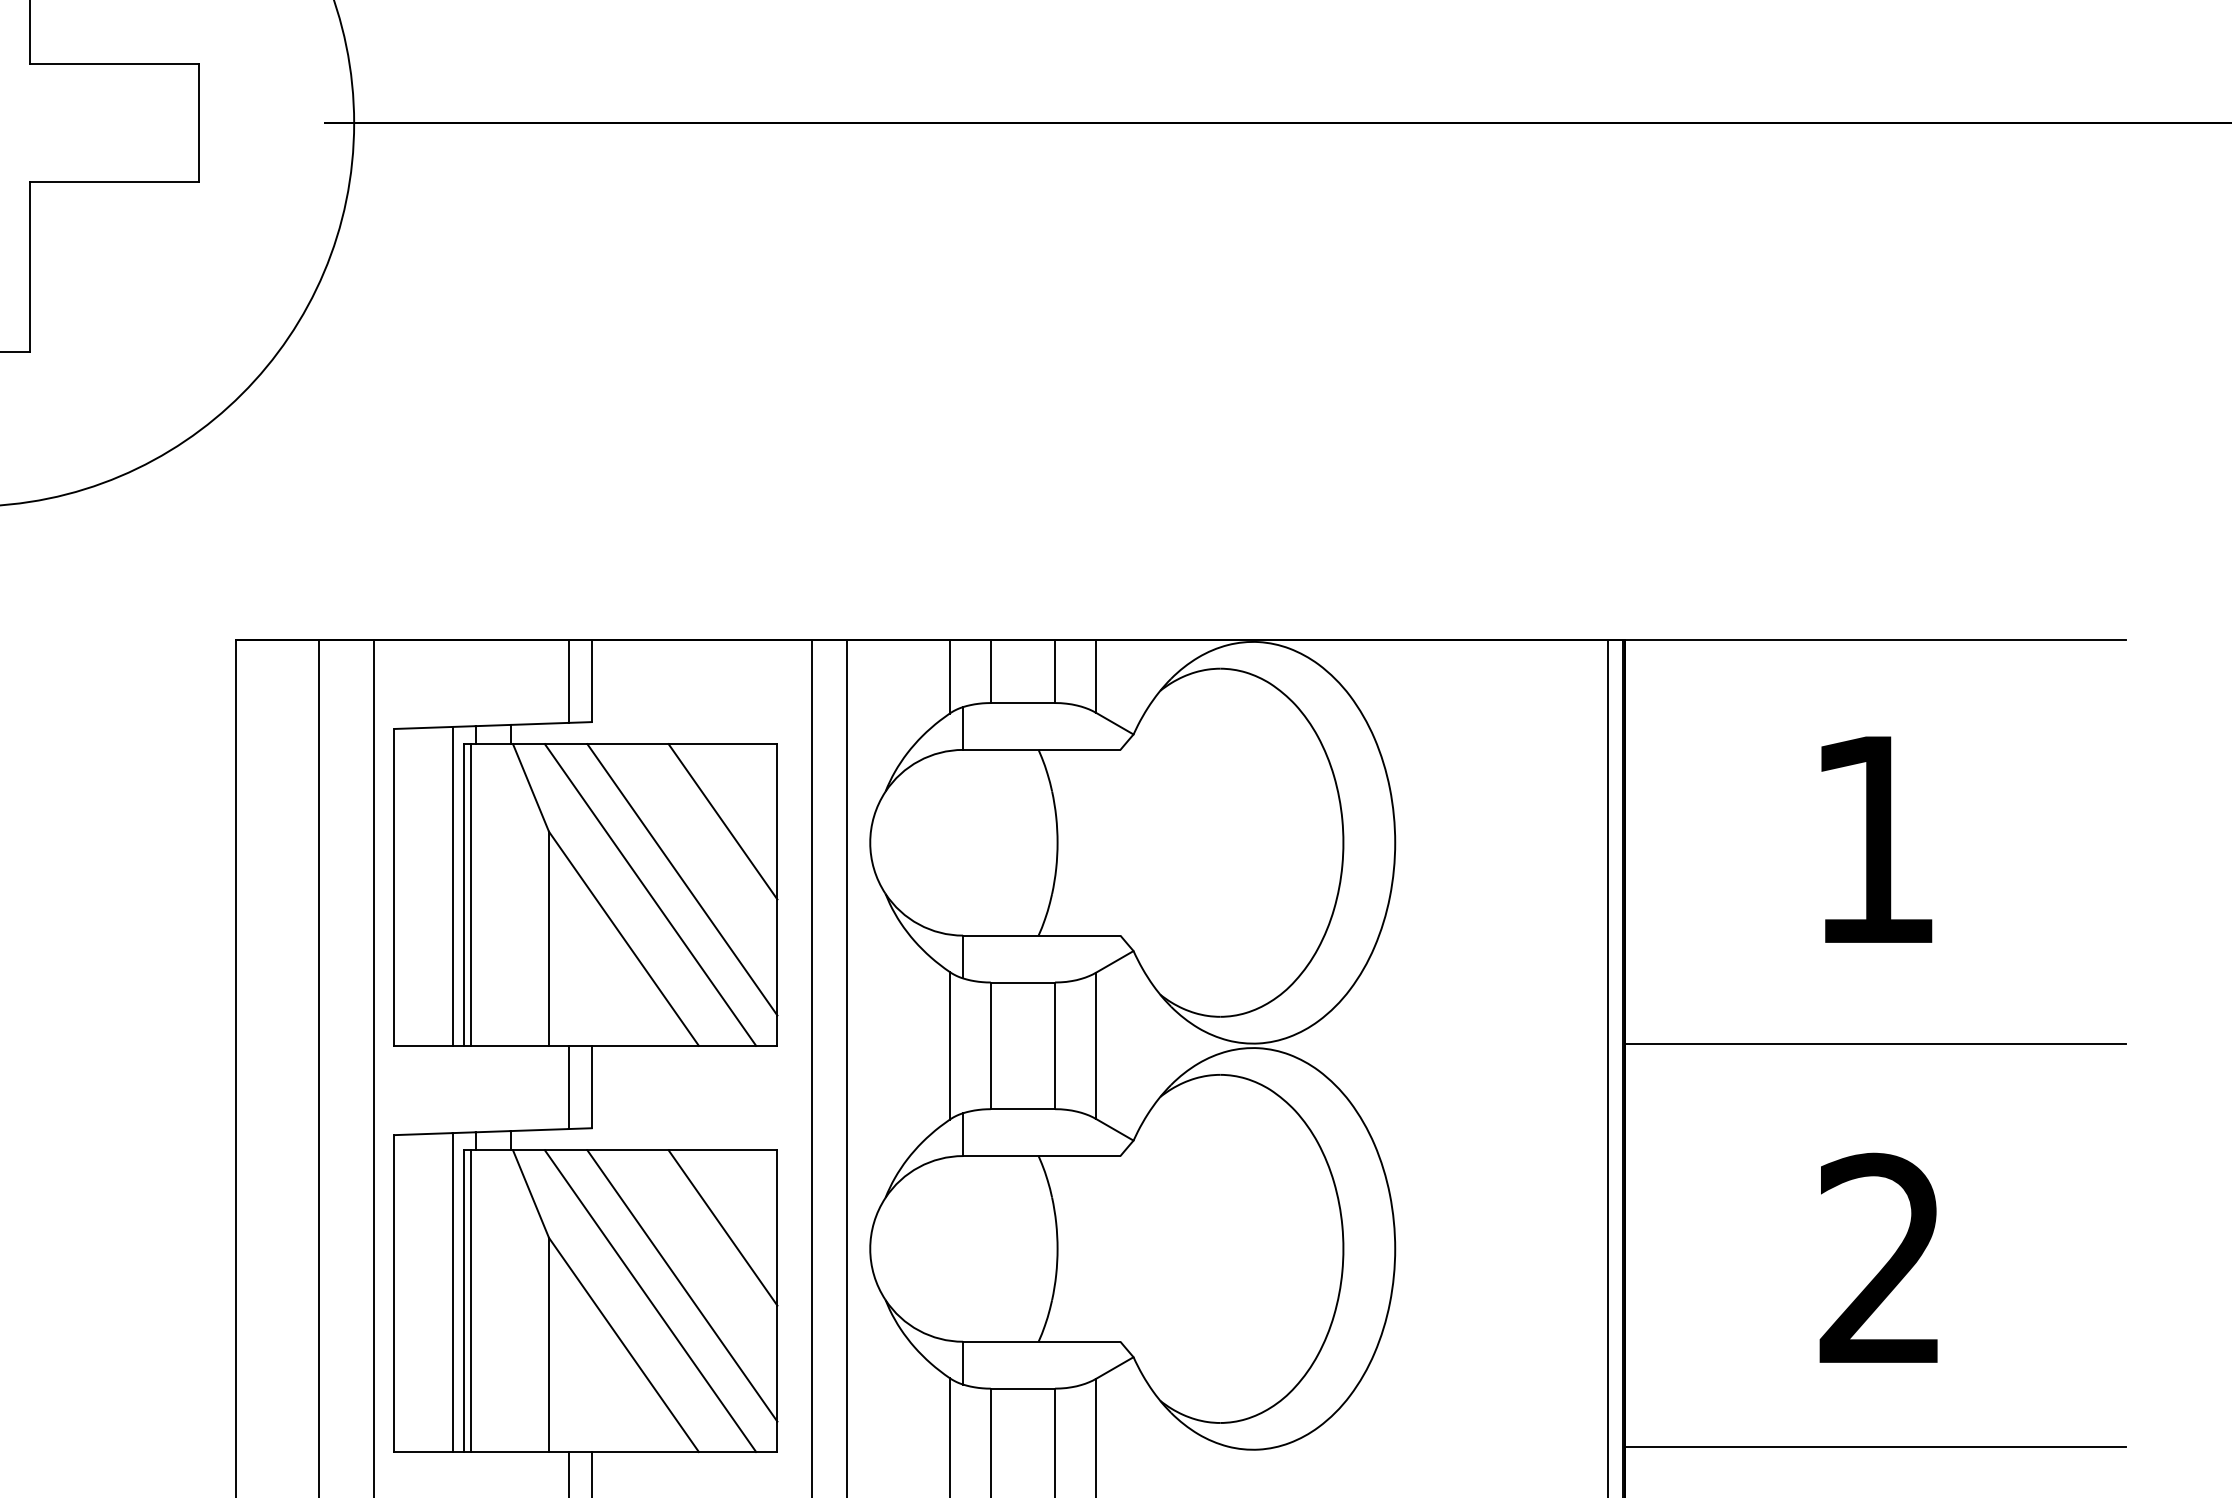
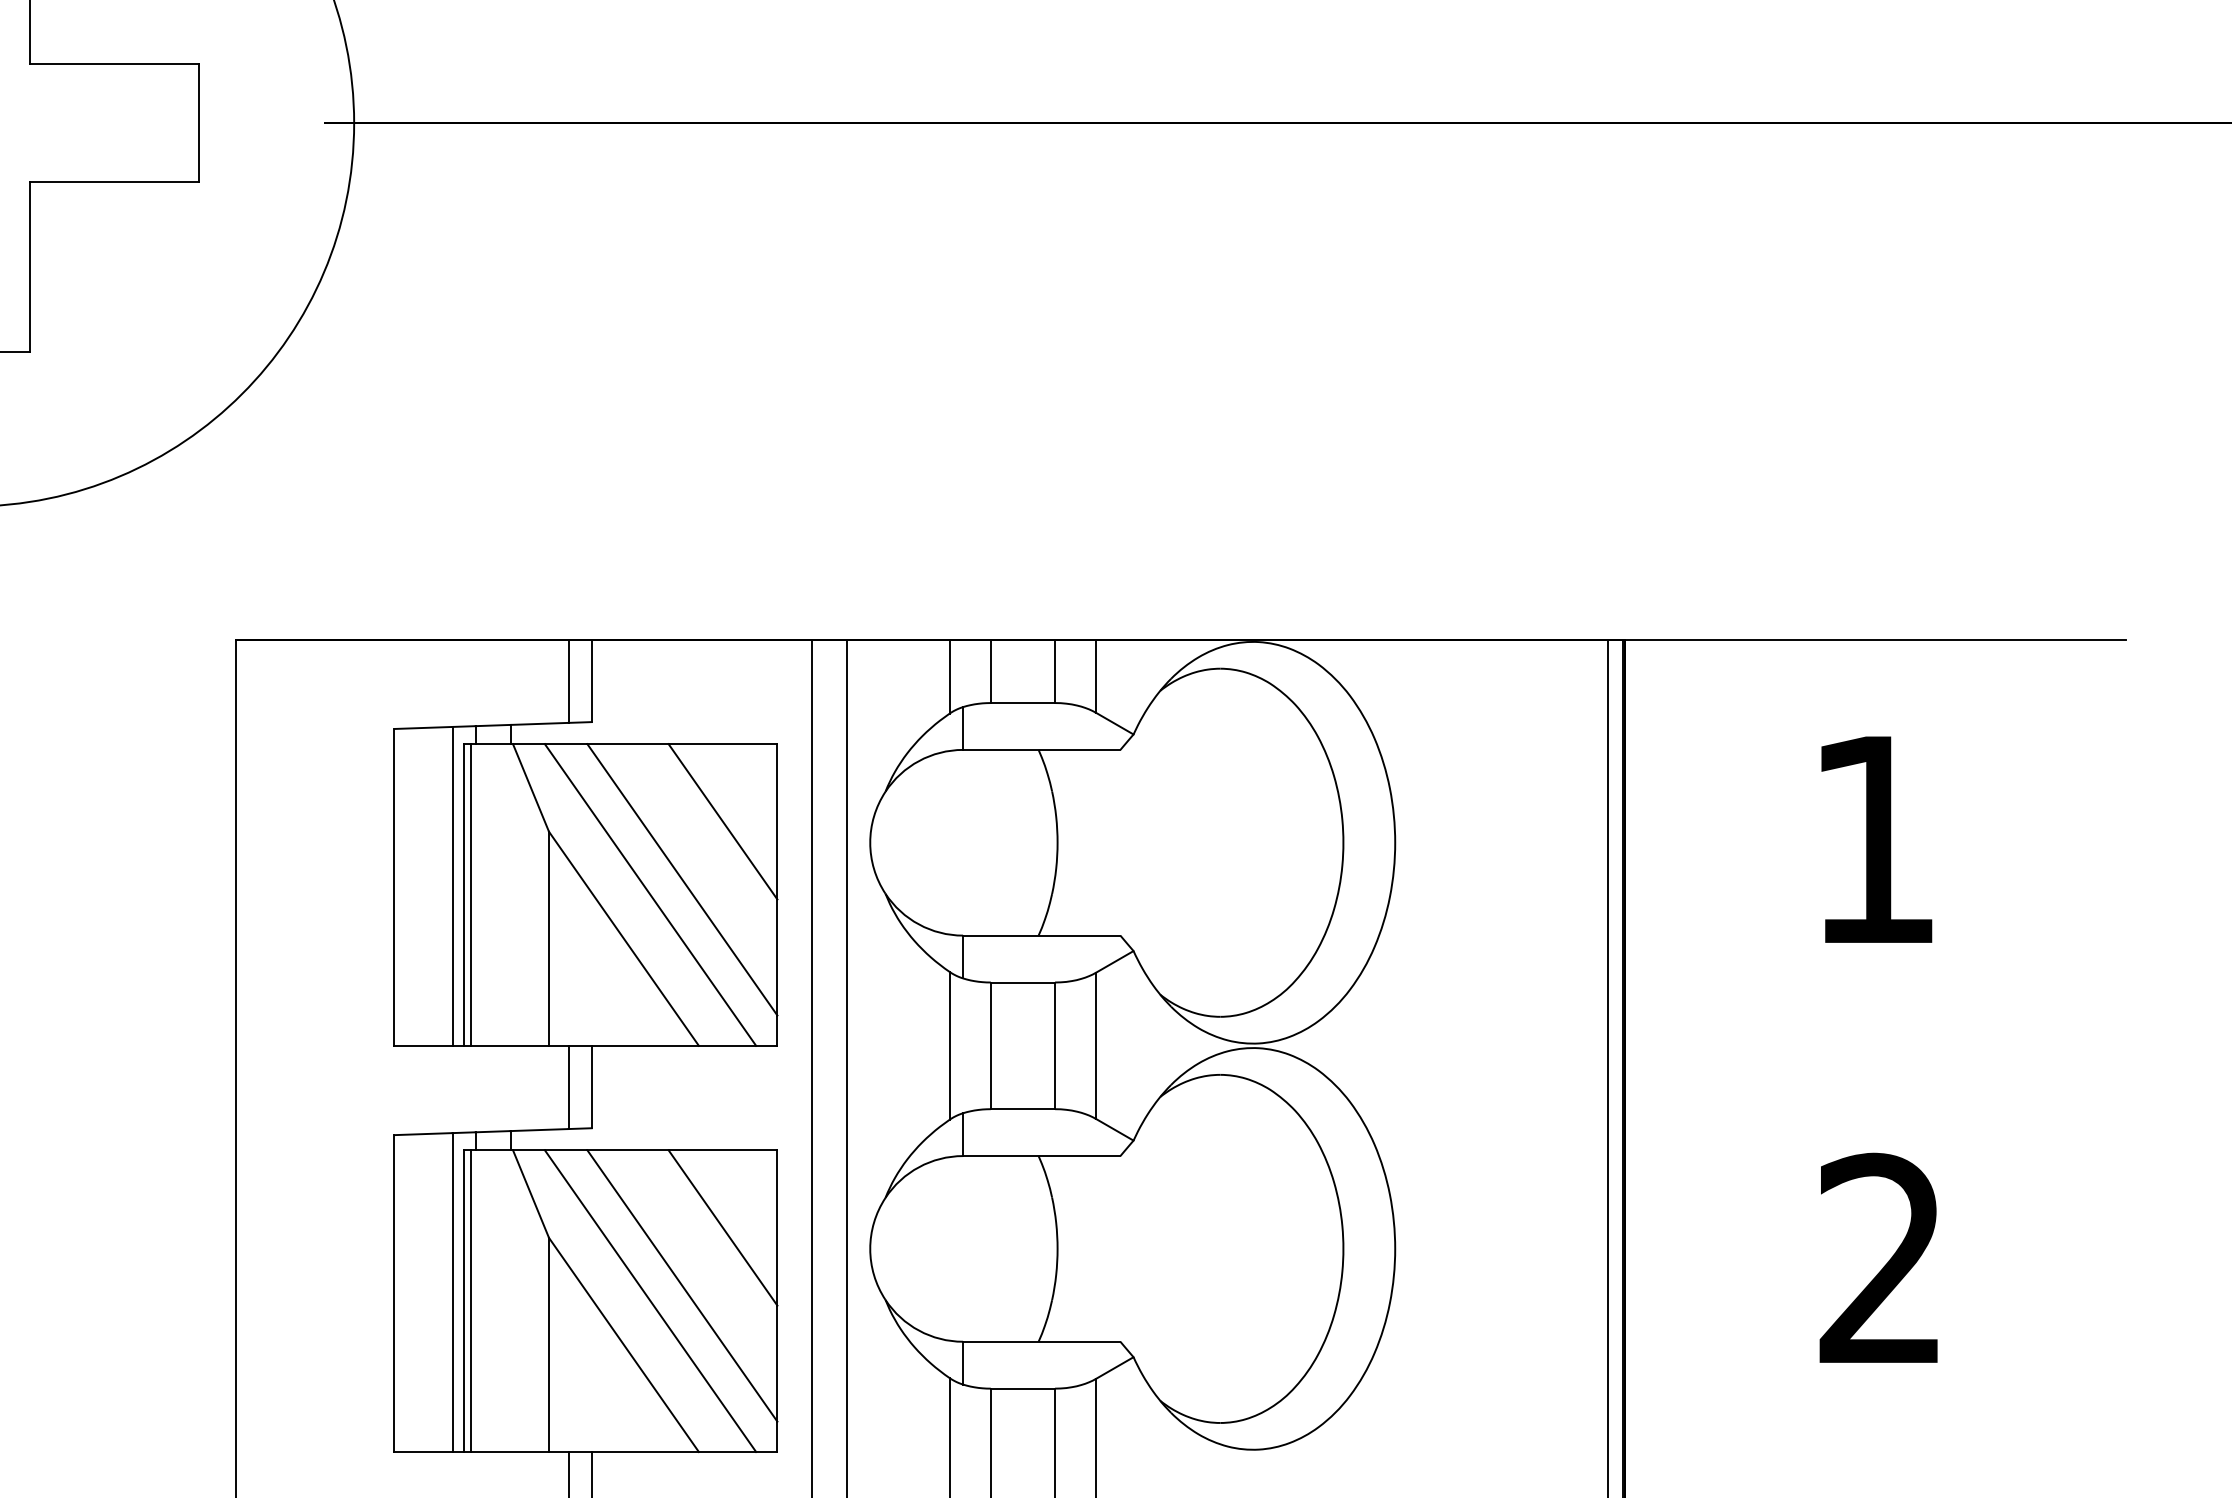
line at (1874, 1043): present -> none
line at (319, 1066): present -> none
line at (374, 1066): present -> none
line at (1874, 1447): present -> none
